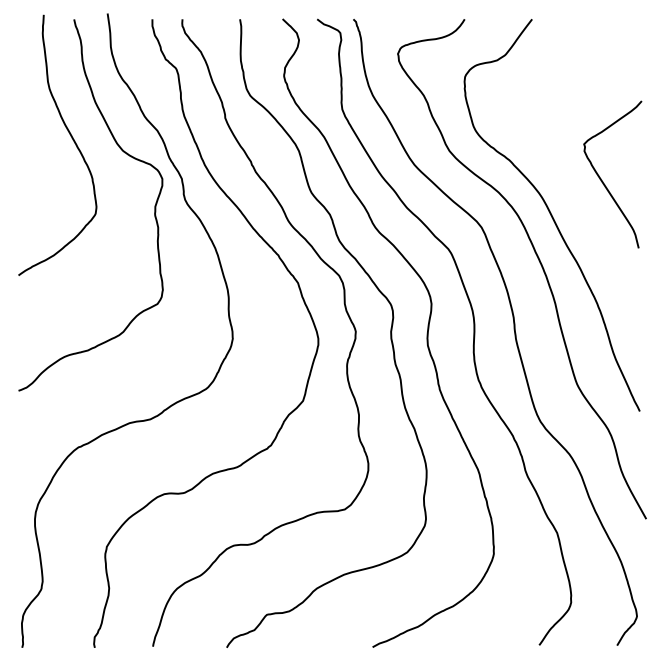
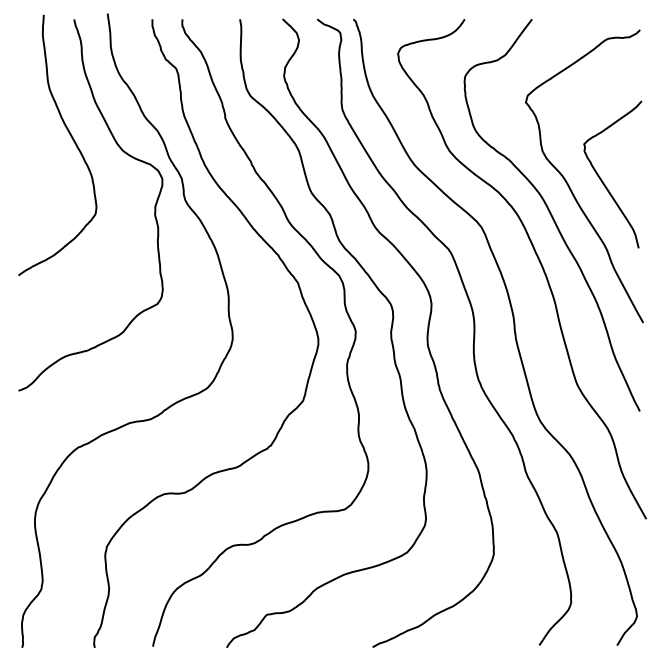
curve at (568, 183): none -> present
